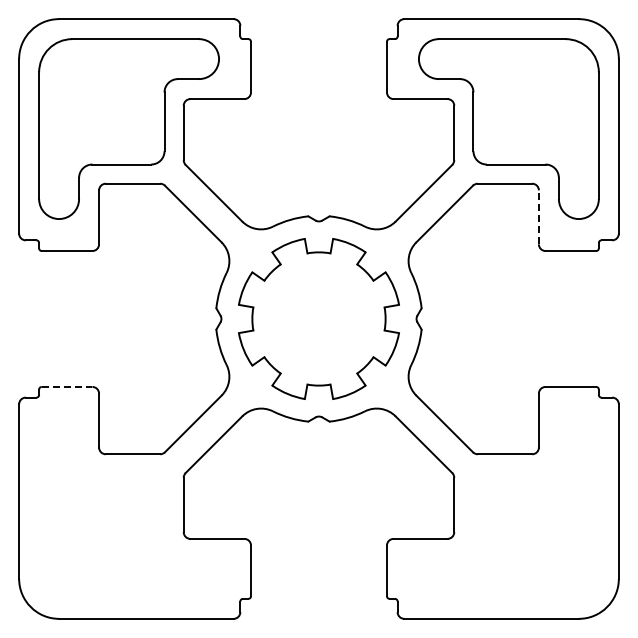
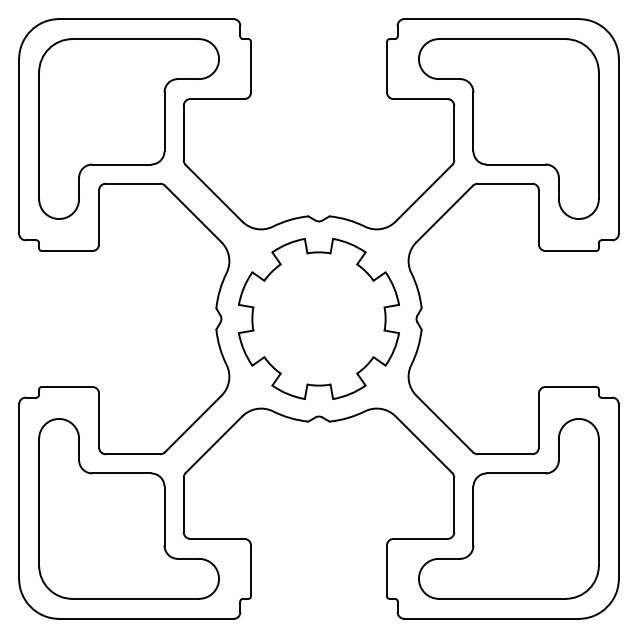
line at (538, 217): dashed -> solid
line at (67, 386): dashed -> solid
part at (128, 508): none -> present
part at (508, 508): none -> present
